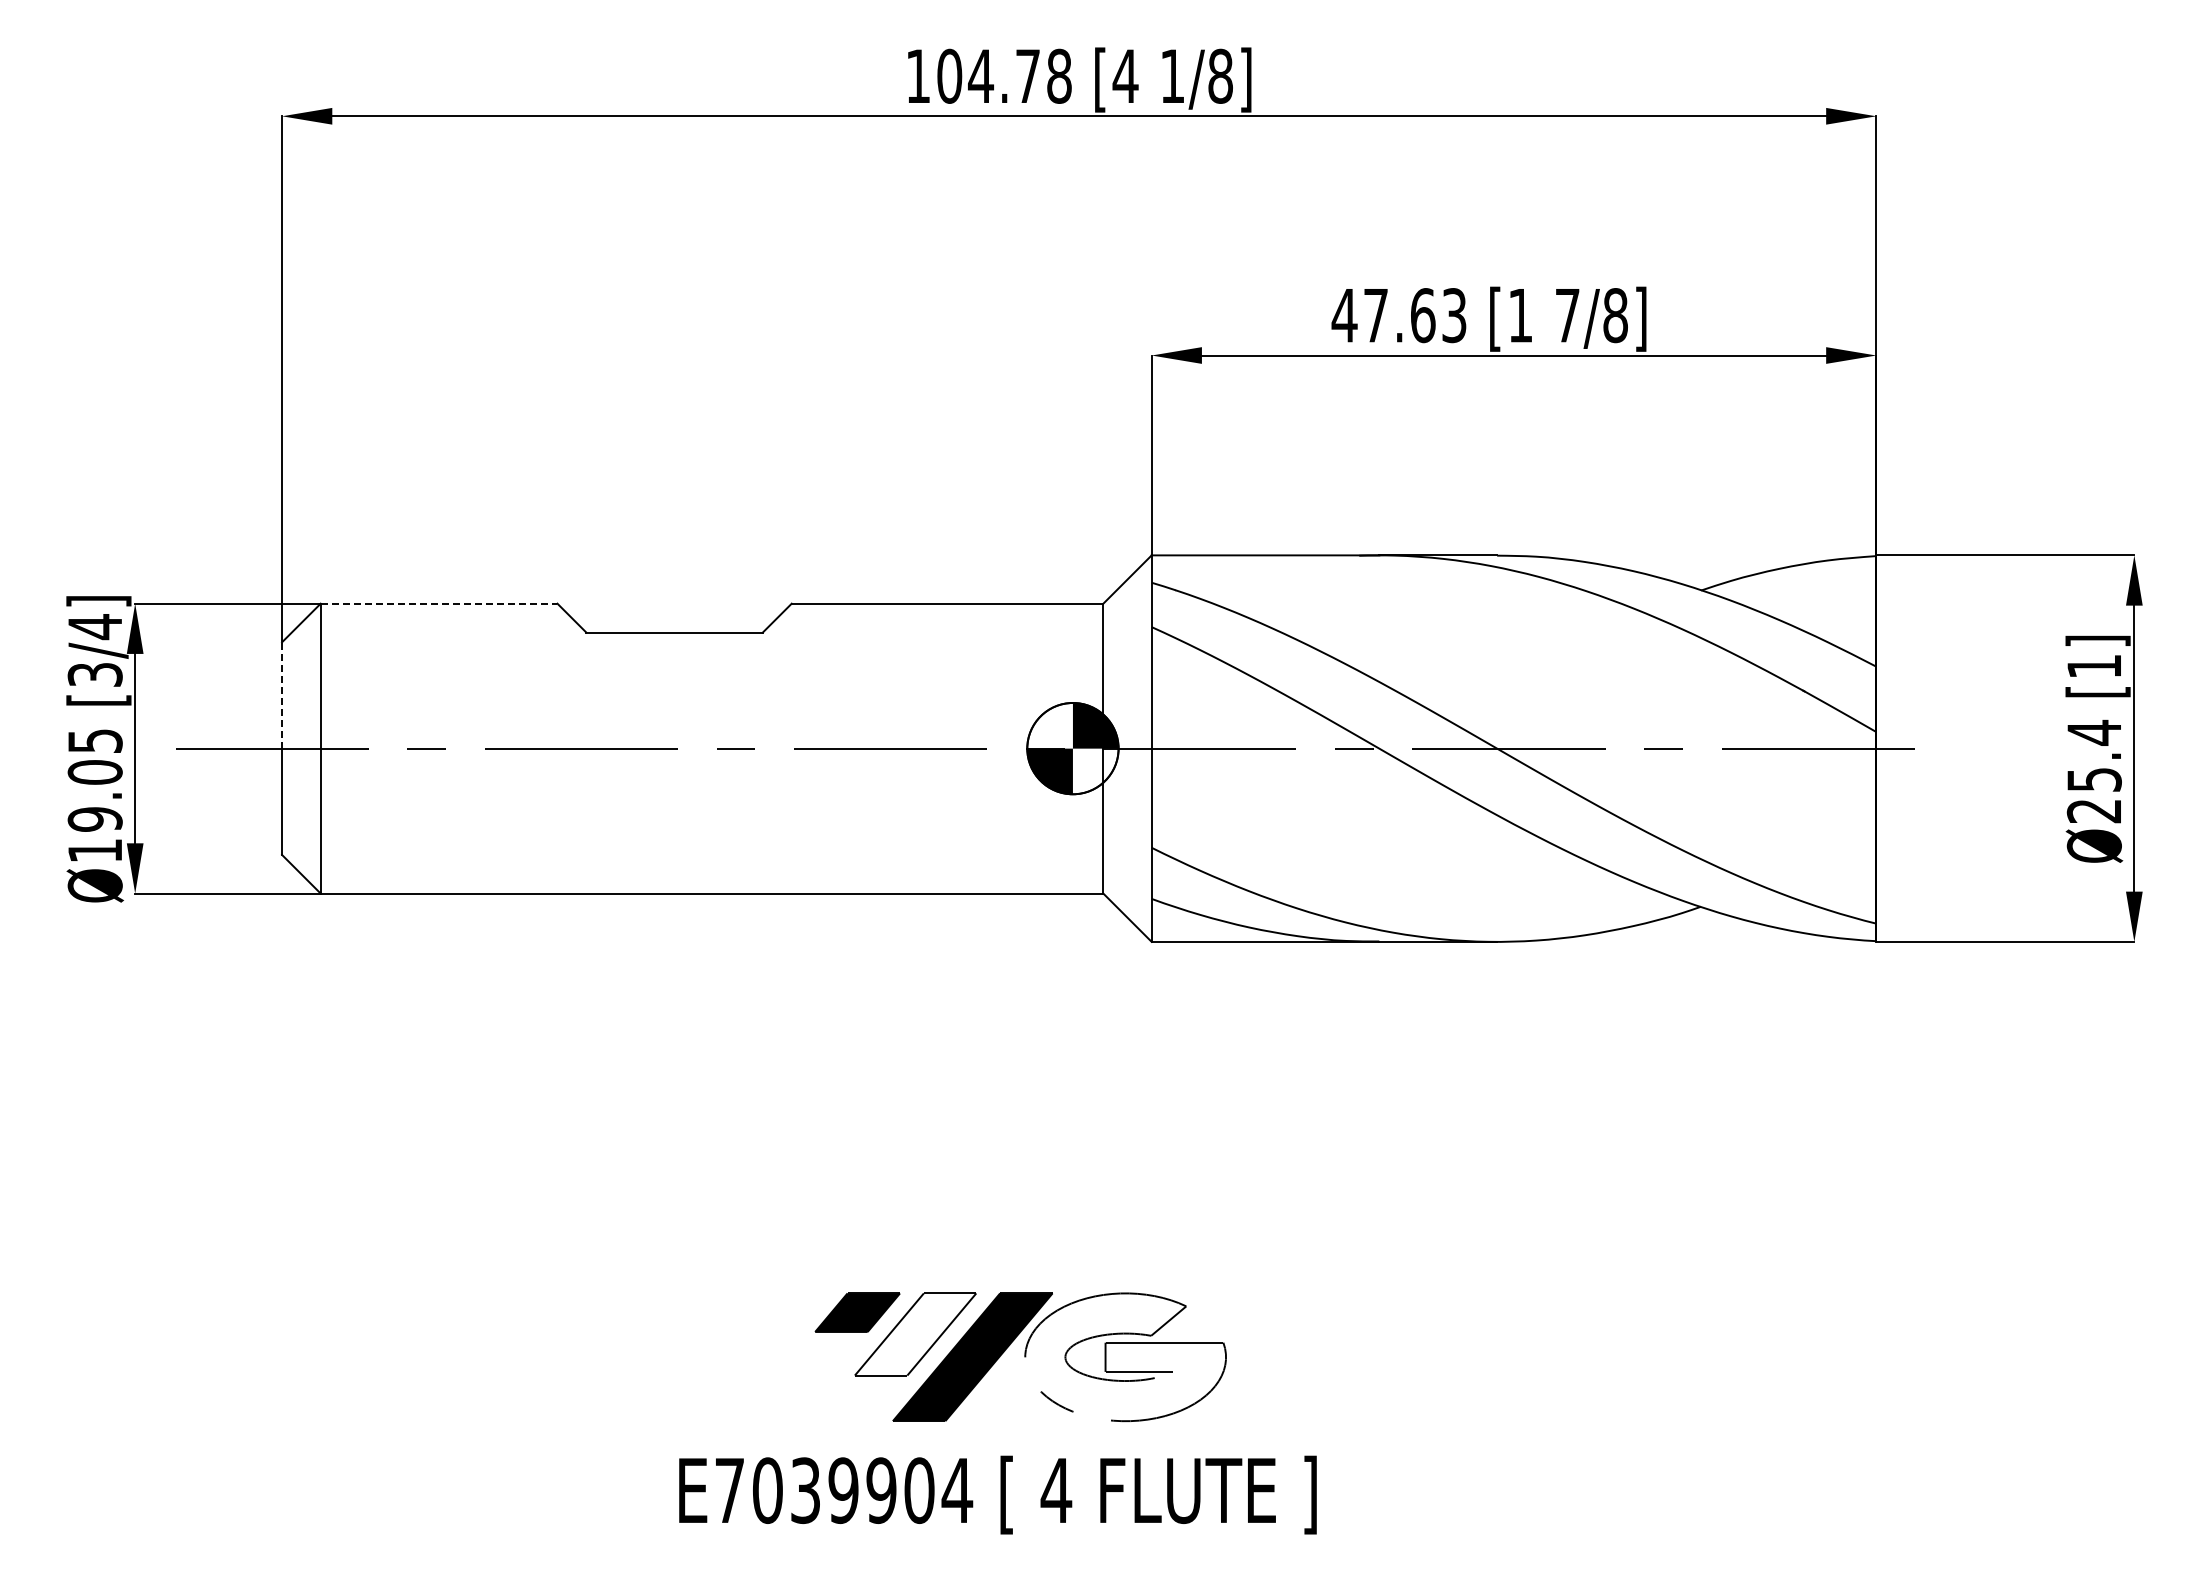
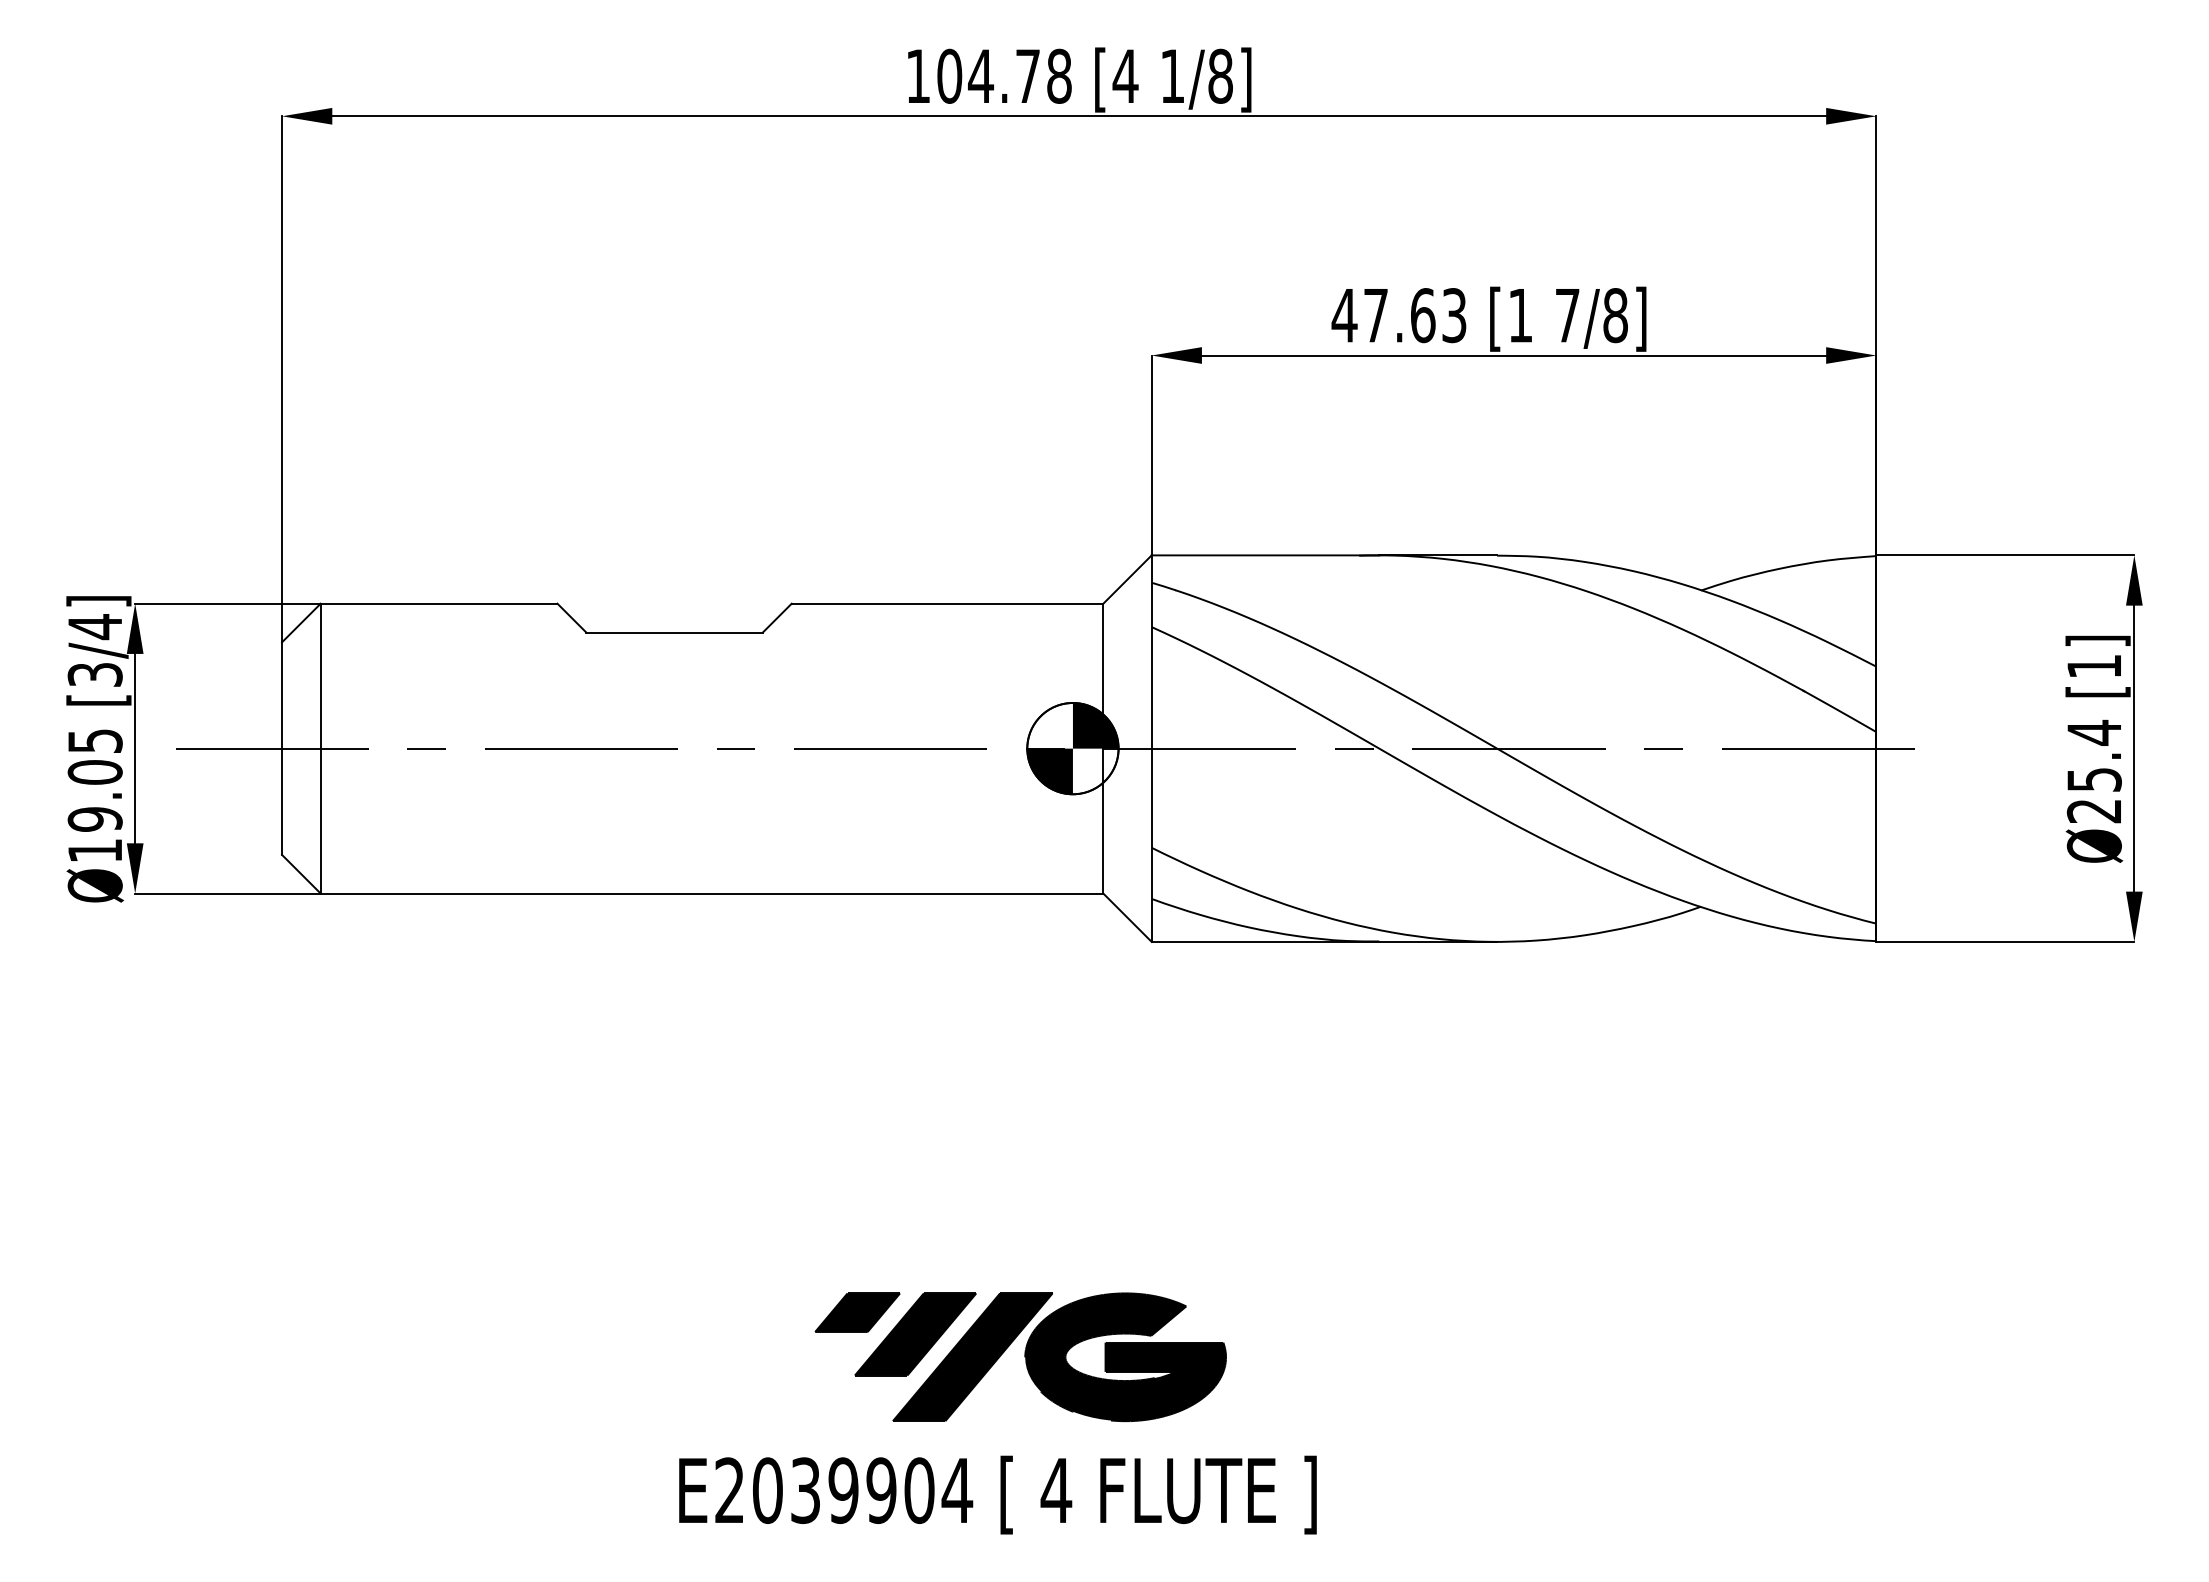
line at (439, 603): dashed -> solid
line at (282, 695): dashed -> solid
fill at (915, 1334): none -> present
fill at (1125, 1357): none -> present
text at (729, 1489): E7039904 -> E2039904
